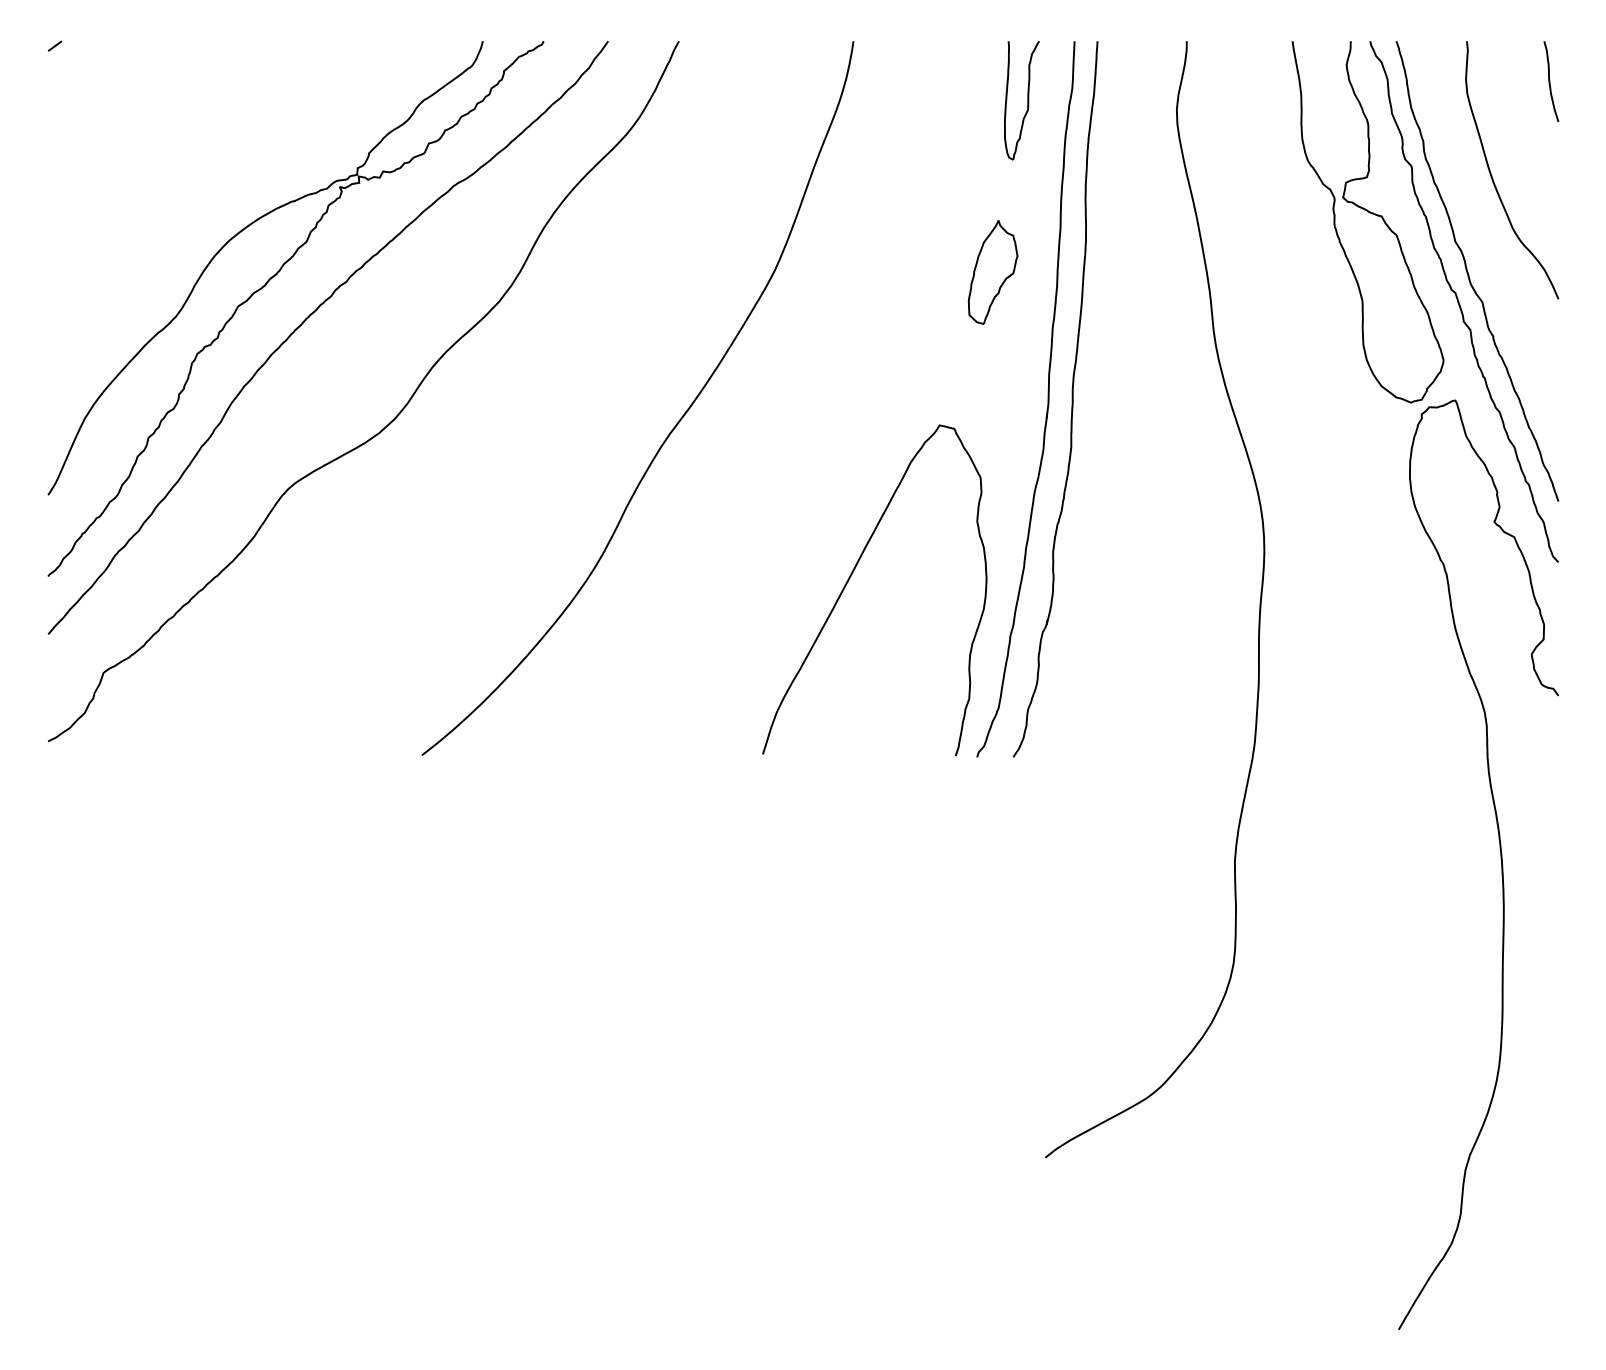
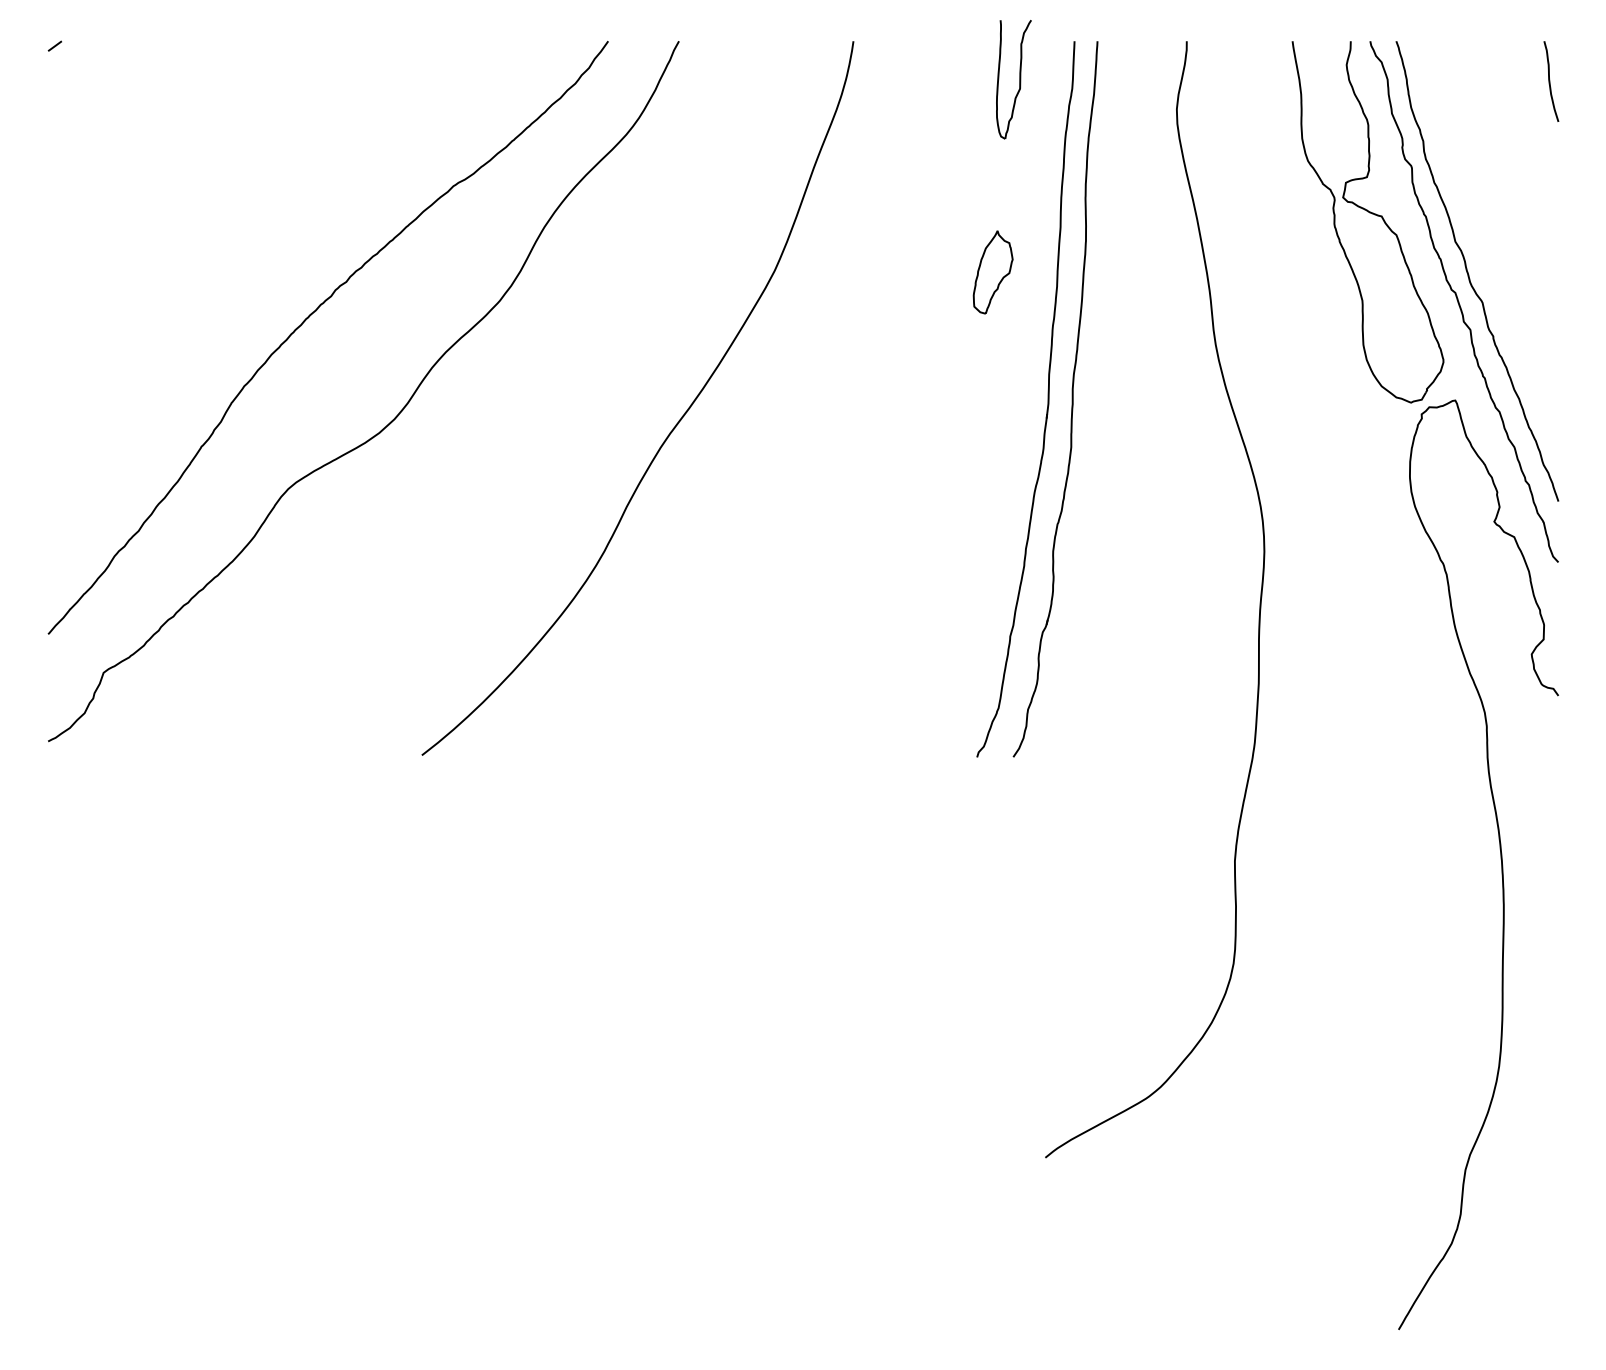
part at (1021, 100) position: (1021, 100) -> (1013, 79)
curve at (1492, 175): present -> none
part at (993, 272) size: 51x105 px -> 42x85 px
part at (266, 285): present -> none
curve at (850, 578): present -> none
